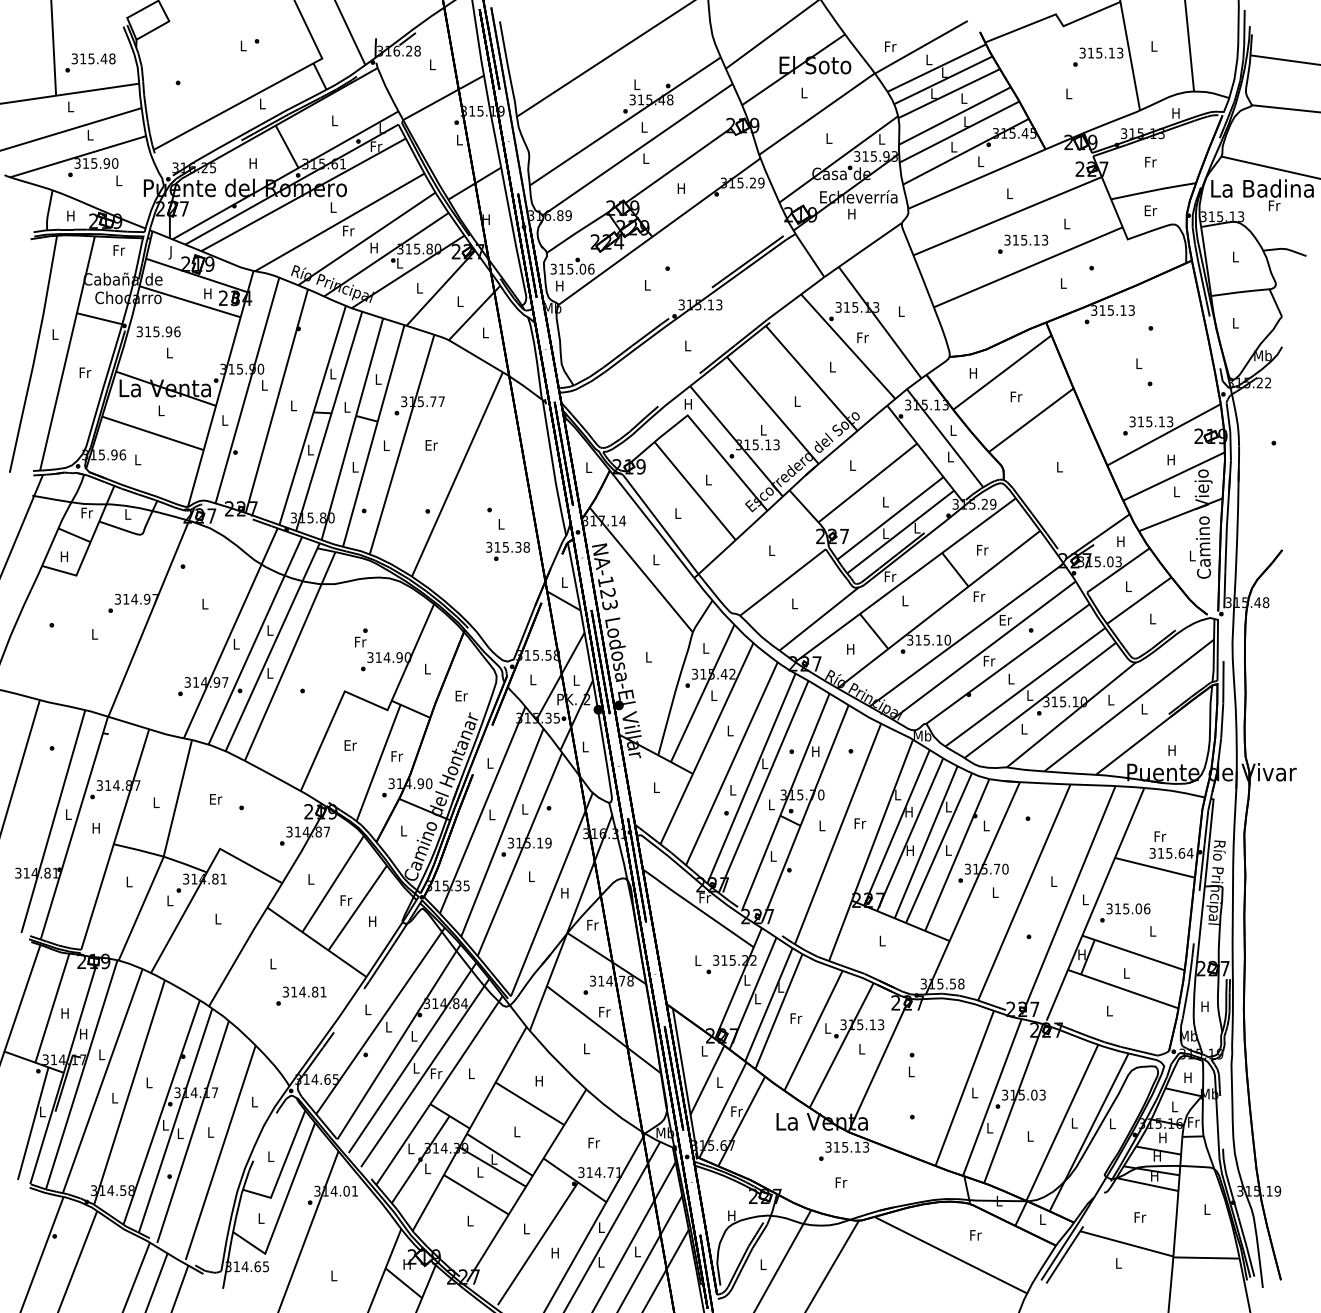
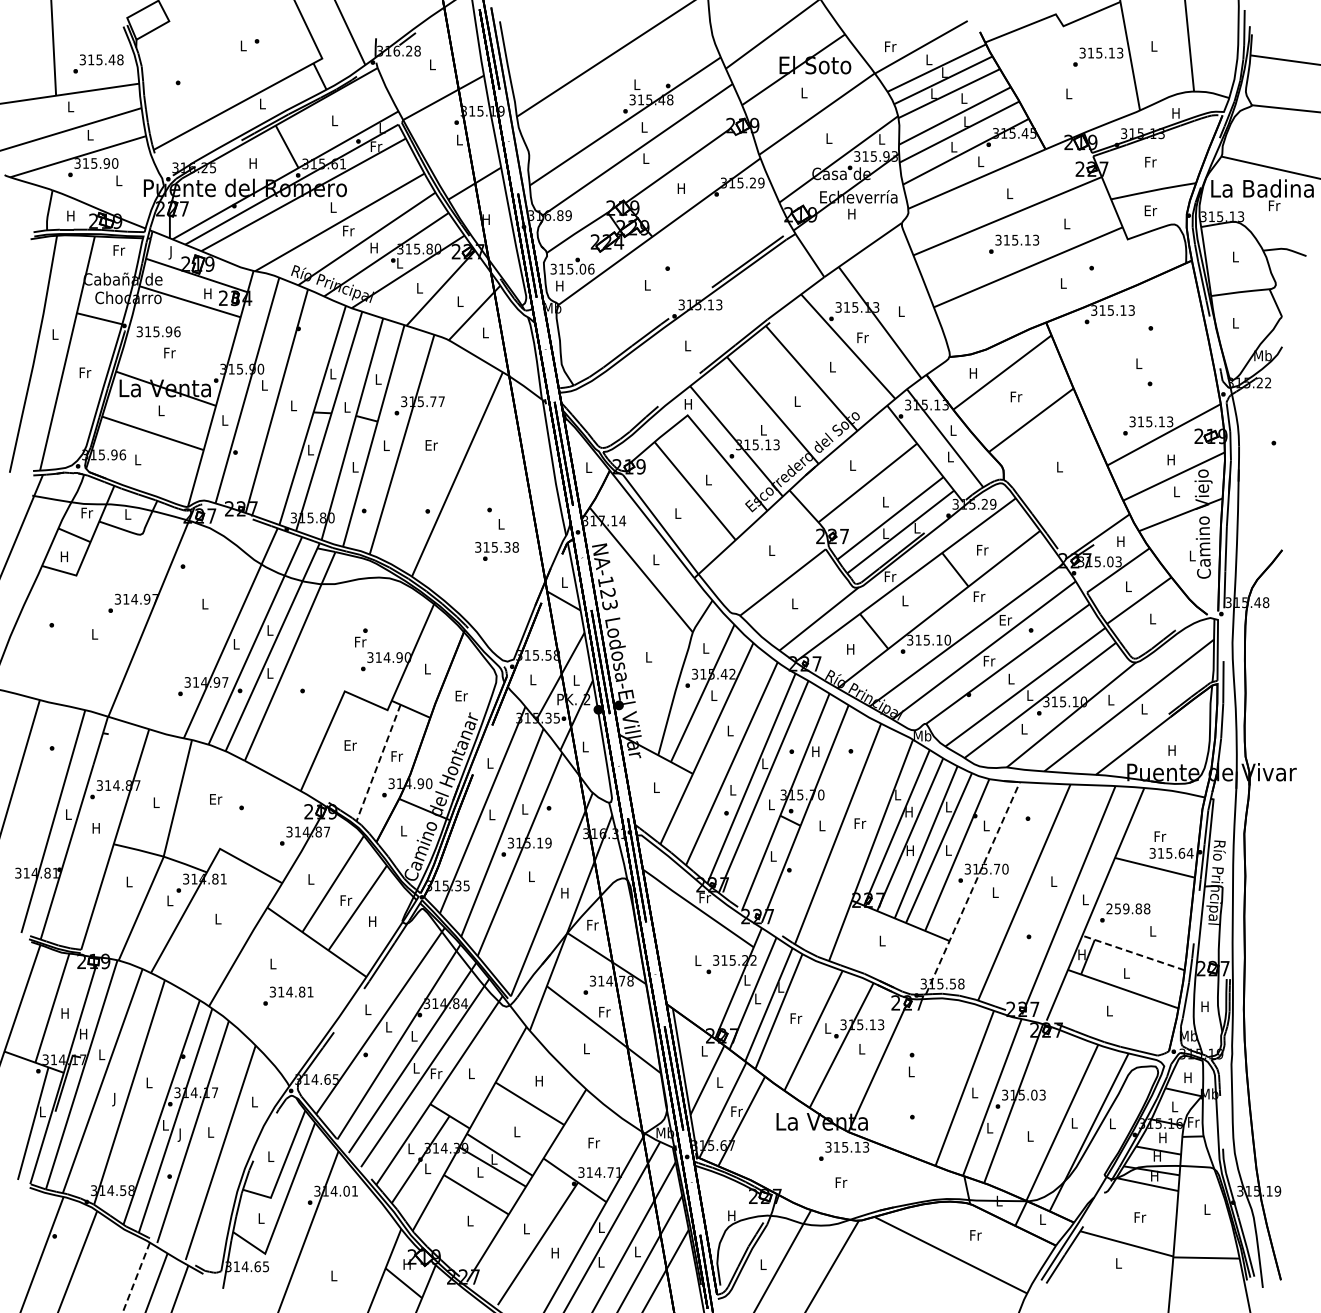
text at (90, 62) position: (90, 62) -> (98, 63)
text at (1023, 243) position: (1023, 243) -> (1014, 243)
text at (169, 352): L -> Fr
text at (507, 551) position: (507, 551) -> (496, 551)
line at (378, 763): solid -> dashed
line at (972, 888): solid -> dashed
text at (1128, 908): 315.06 -> 259.88
line at (1133, 953): solid -> dashed
text at (301, 995) position: (301, 995) -> (288, 995)
text at (115, 1099): L -> J
text at (180, 1134): L -> J
line at (136, 1278): solid -> dashed
